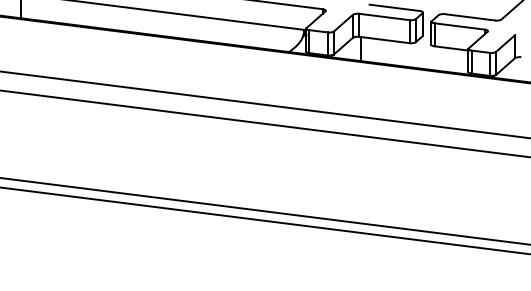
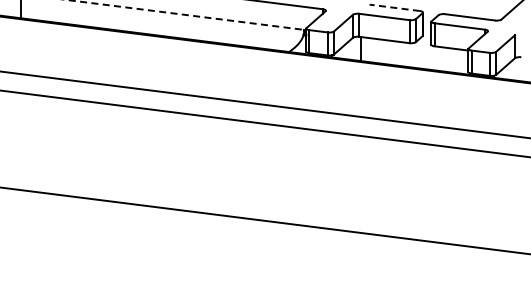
line at (394, 7): solid -> dashed
line at (187, 15): solid -> dashed
line at (264, 211): present -> none
